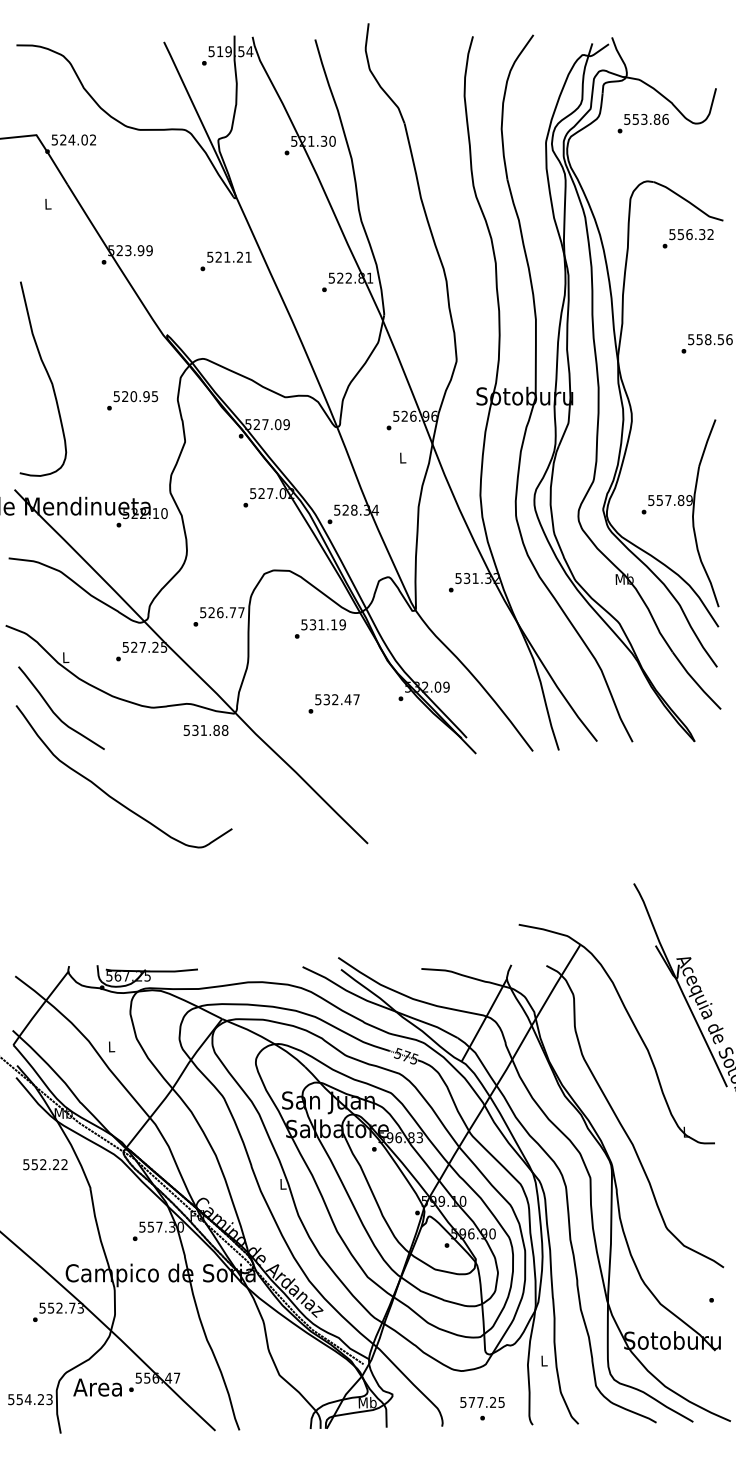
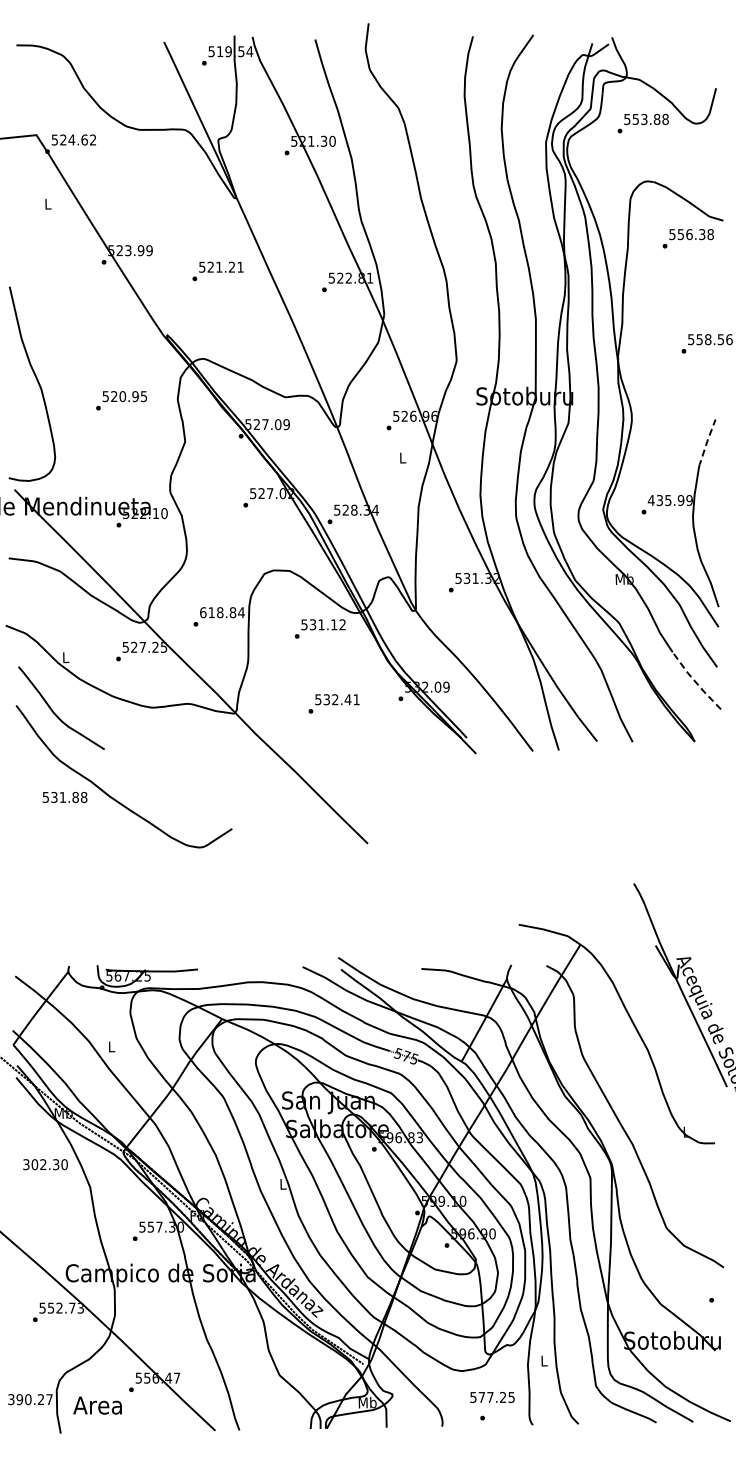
text at (665, 119): 553.86 -> 553.88
text at (84, 139): 524.02 -> 524.62
text at (710, 234): 556.32 -> 556.38
text at (225, 261) position: (225, 261) -> (217, 271)
curve at (47, 375) position: (47, 375) -> (36, 380)
text at (132, 400) position: (132, 400) -> (121, 400)
line at (706, 443): solid -> dashed
text at (665, 500): 557.89 -> 435.99
text at (222, 612): 526.77 -> 618.84
text at (342, 624): 531.19 -> 531.12
line at (695, 681): solid -> dashed
text at (356, 699): 532.47 -> 532.41
text at (205, 730) position: (205, 730) -> (64, 797)
text at (45, 1164): 552.22 -> 302.30
text at (97, 1387) position: (97, 1387) -> (97, 1405)
text at (30, 1399): 554.23 -> 390.27
text at (482, 1402) position: (482, 1402) -> (492, 1397)
